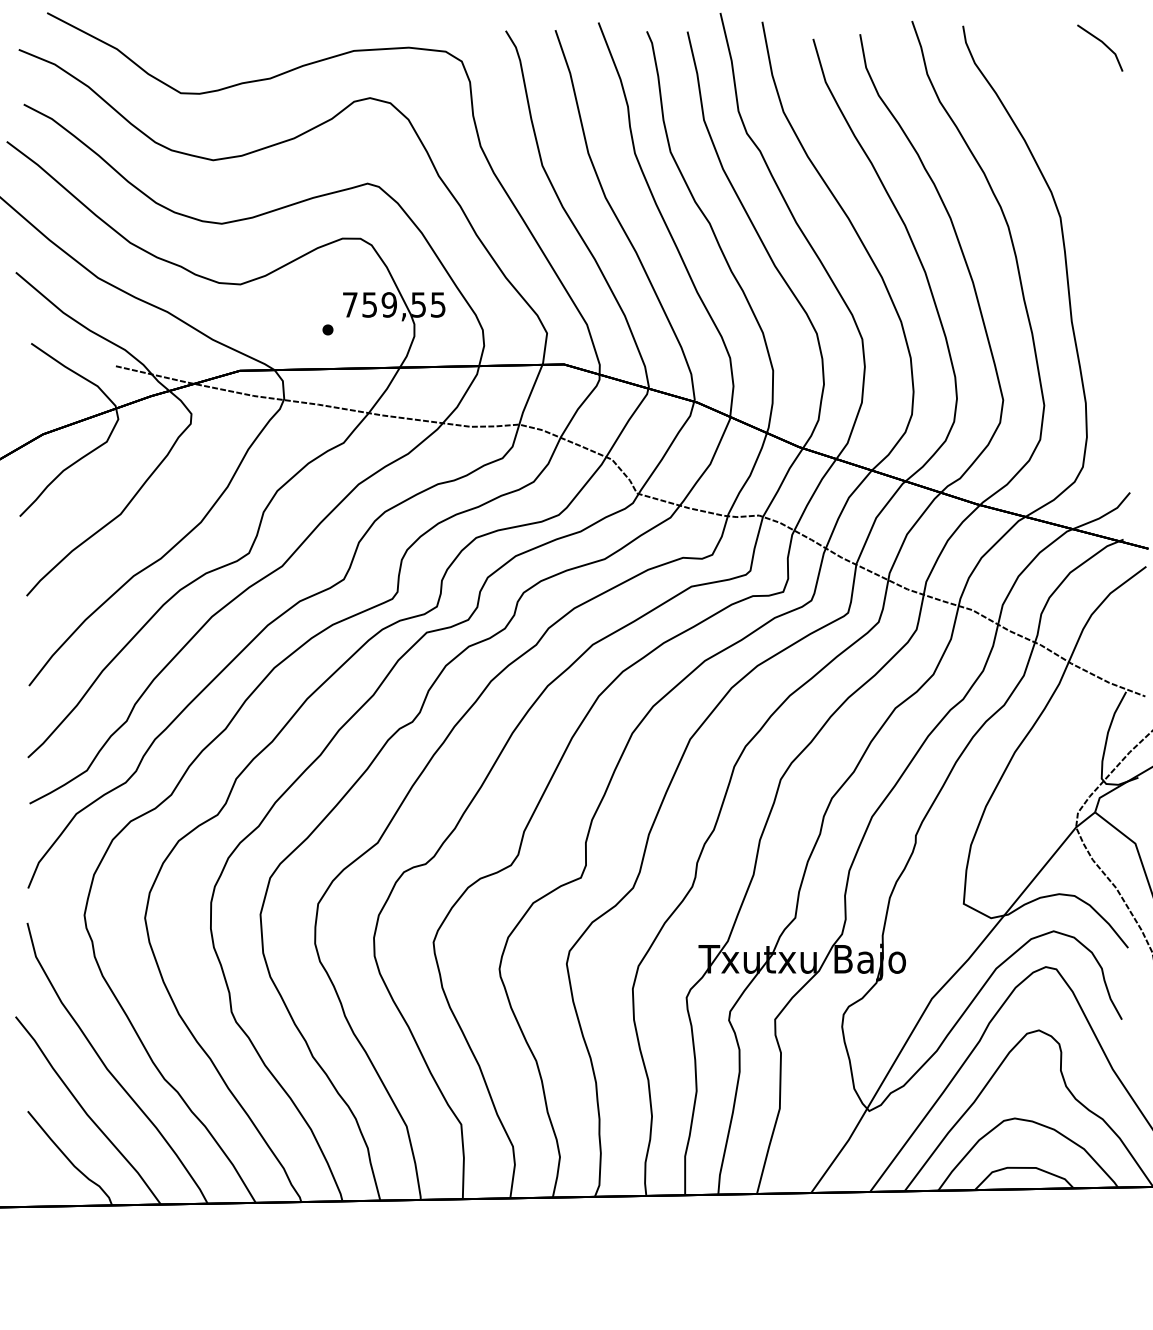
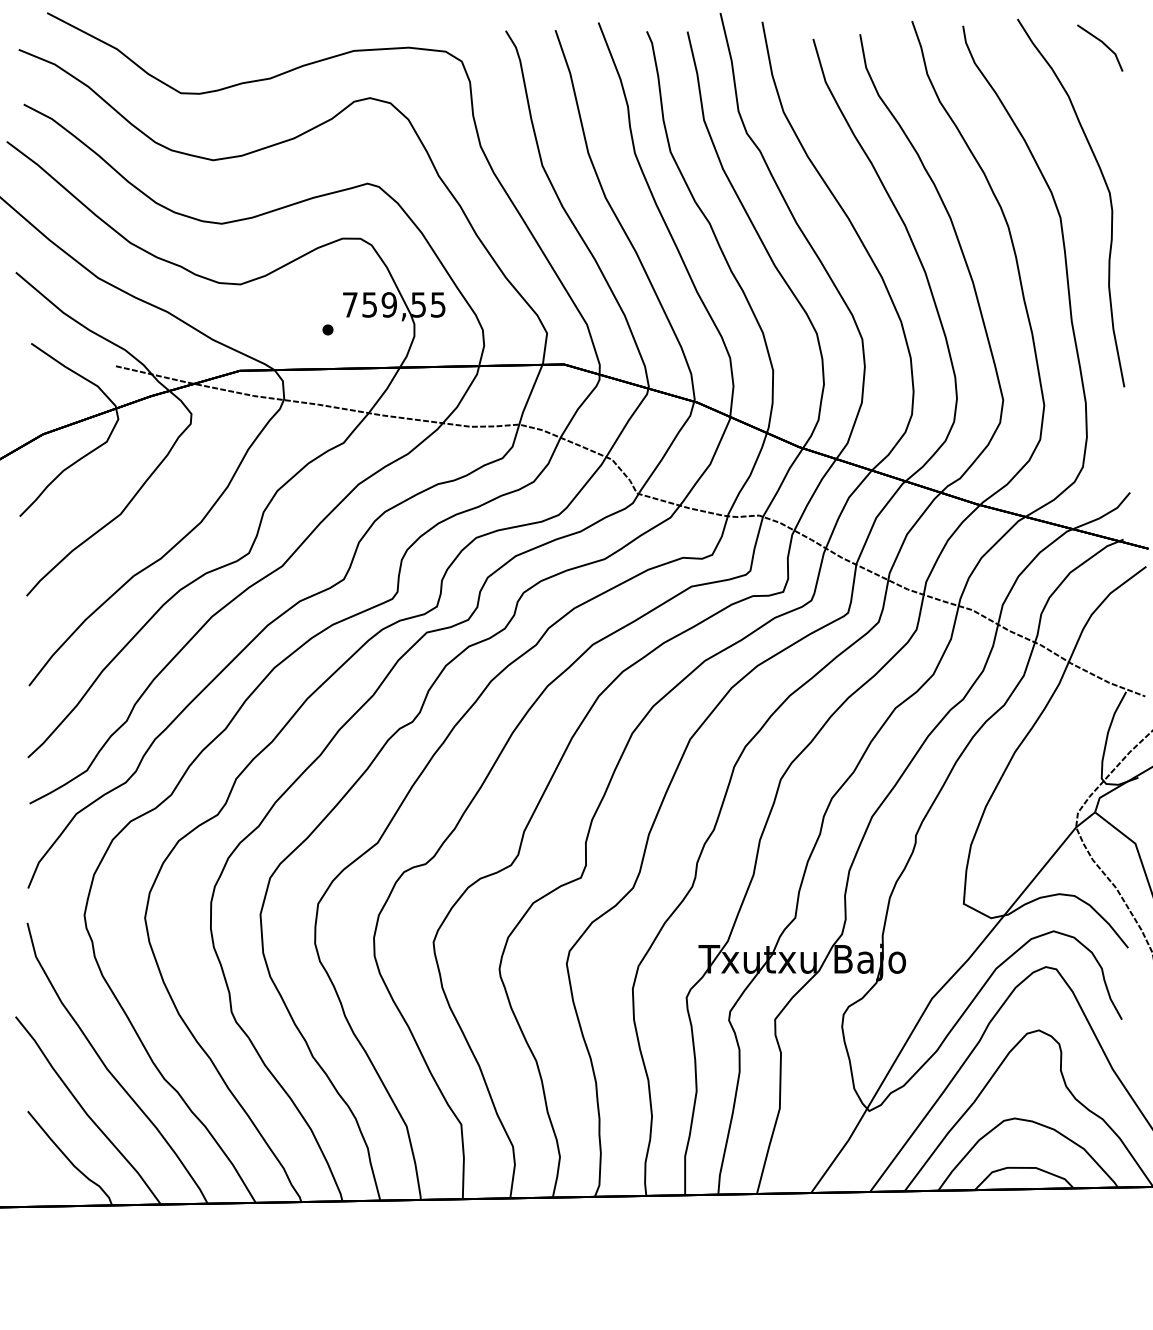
curve at (1107, 190): none -> present
